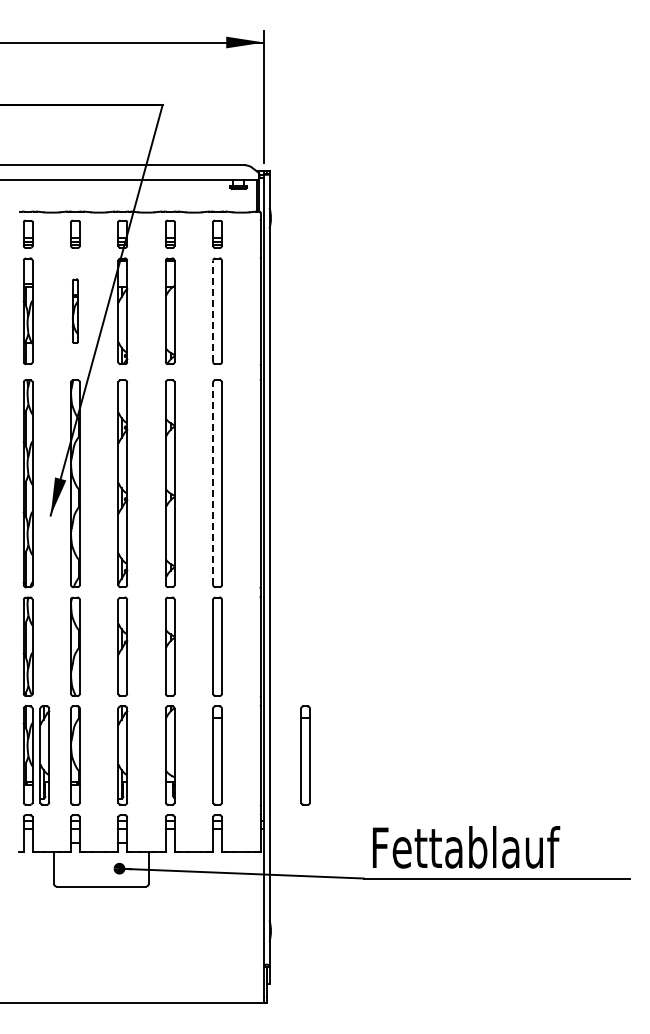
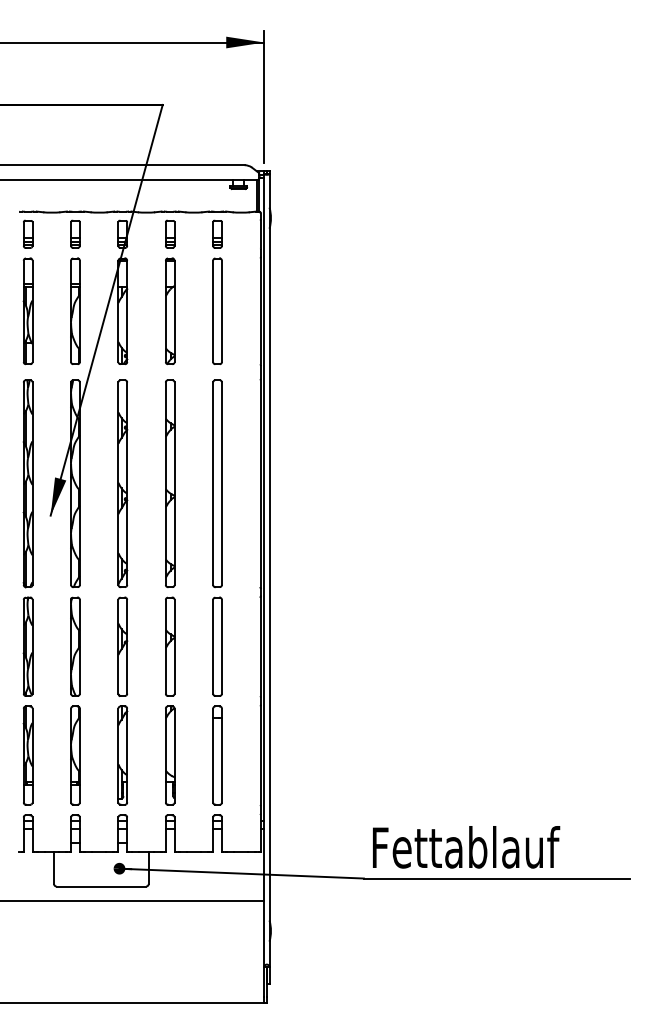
part at (74, 310) size: 8x66 px -> 11x108 px
line at (213, 311): dashed -> solid
line at (213, 483): dashed -> solid
part at (44, 755): present -> none
part at (305, 755): present -> none
line at (133, 900): none -> present
